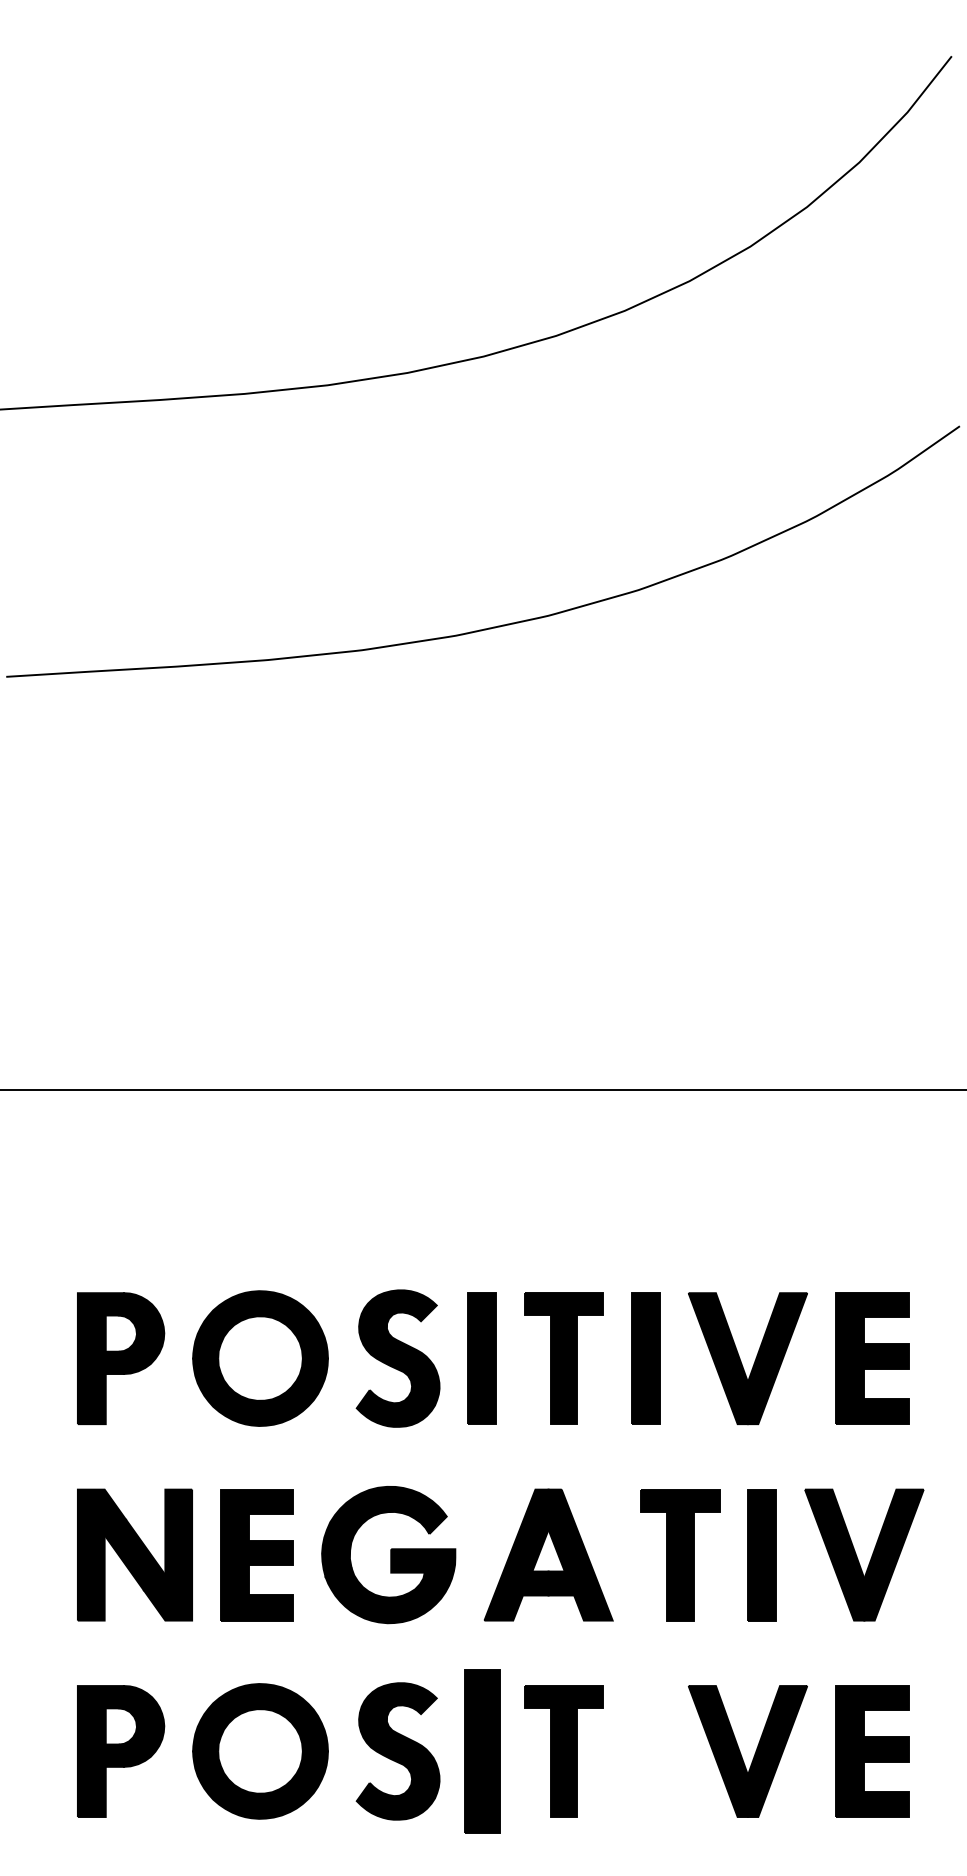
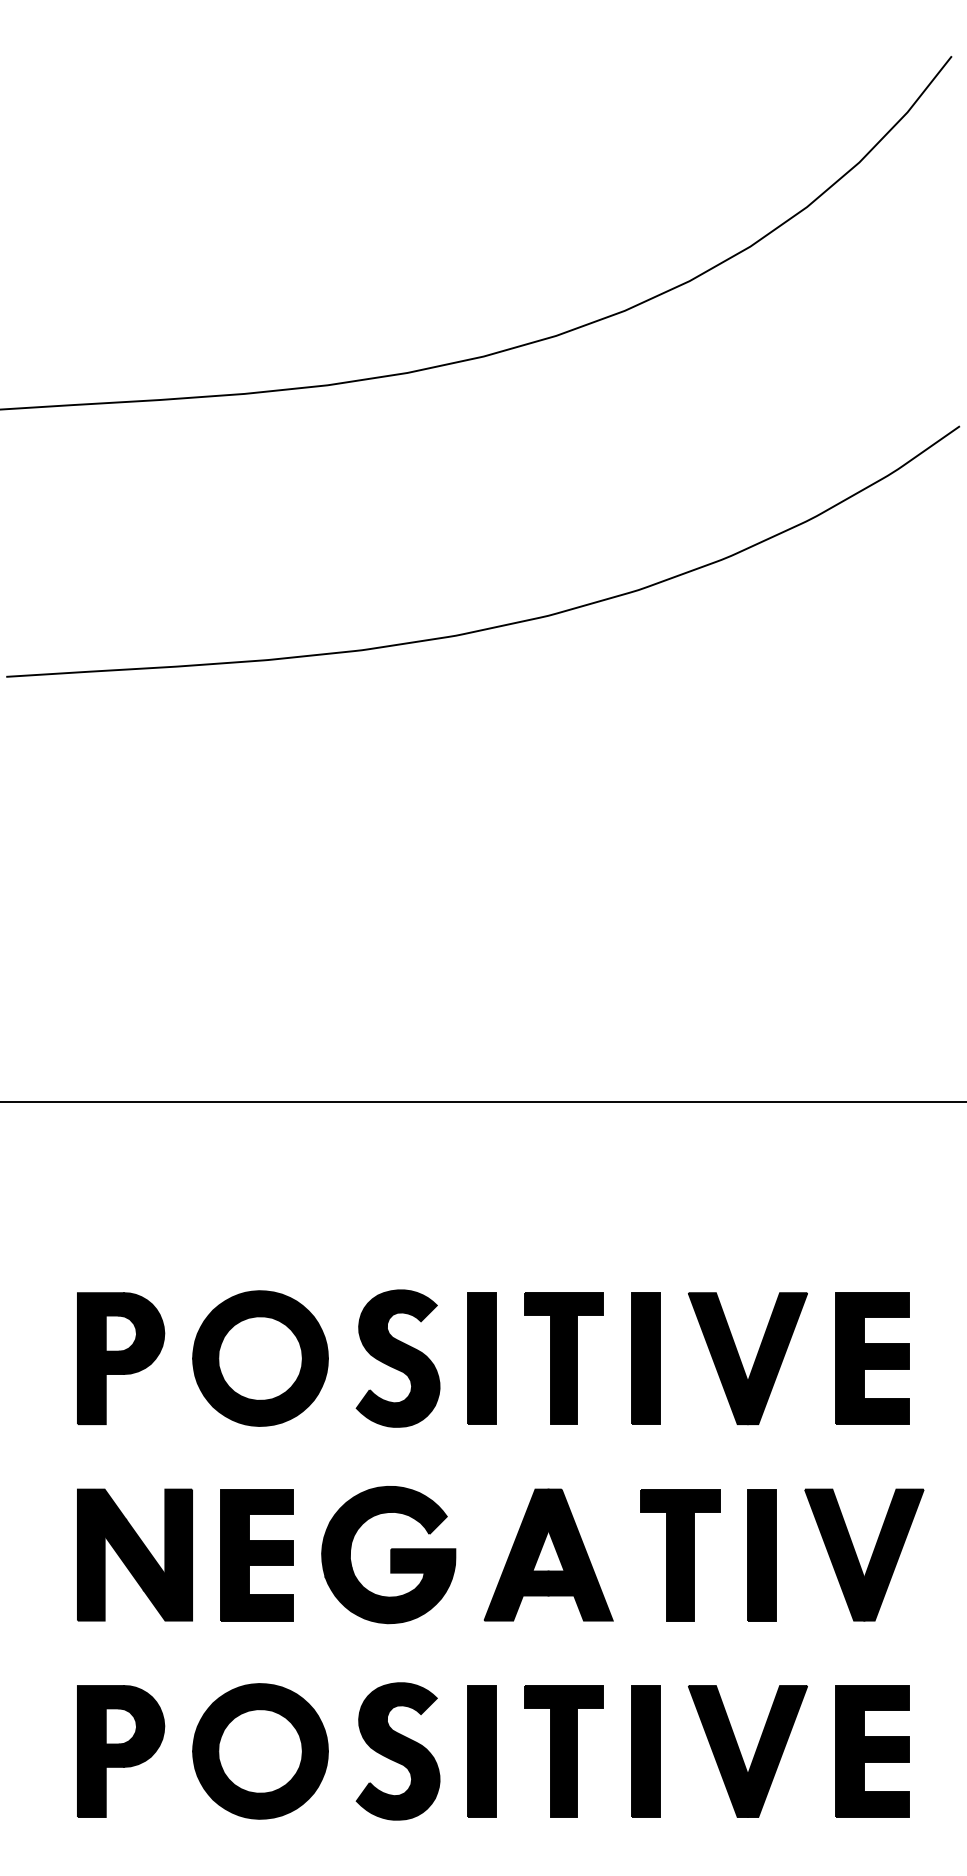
line at (482, 1089) position: (482, 1089) -> (482, 1101)
part at (482, 1751) size: 37x165 px -> 30x133 px
part at (645, 1751): none -> present
